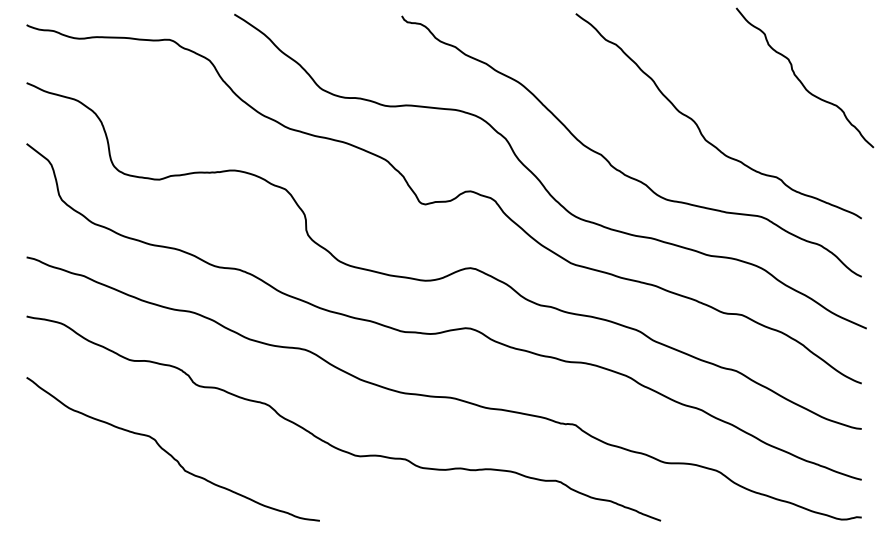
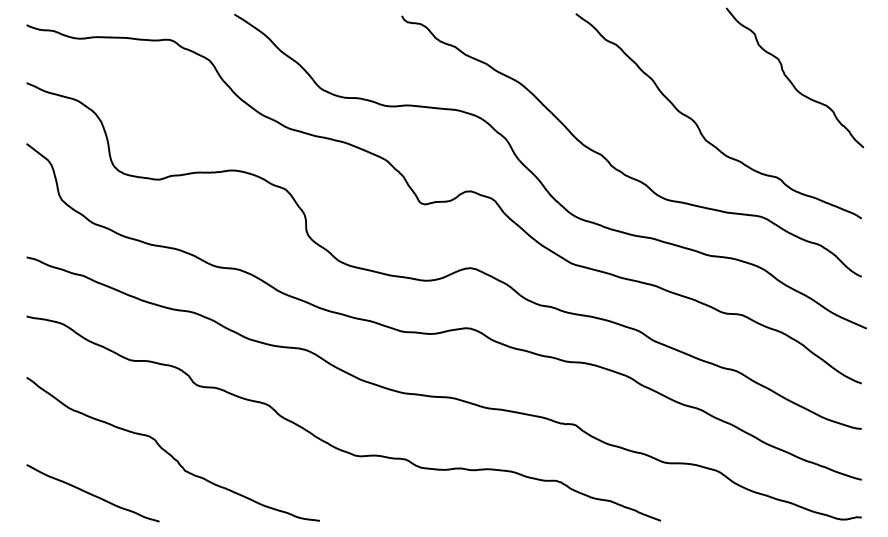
curve at (800, 80) position: (800, 80) -> (790, 80)
curve at (91, 493): none -> present
